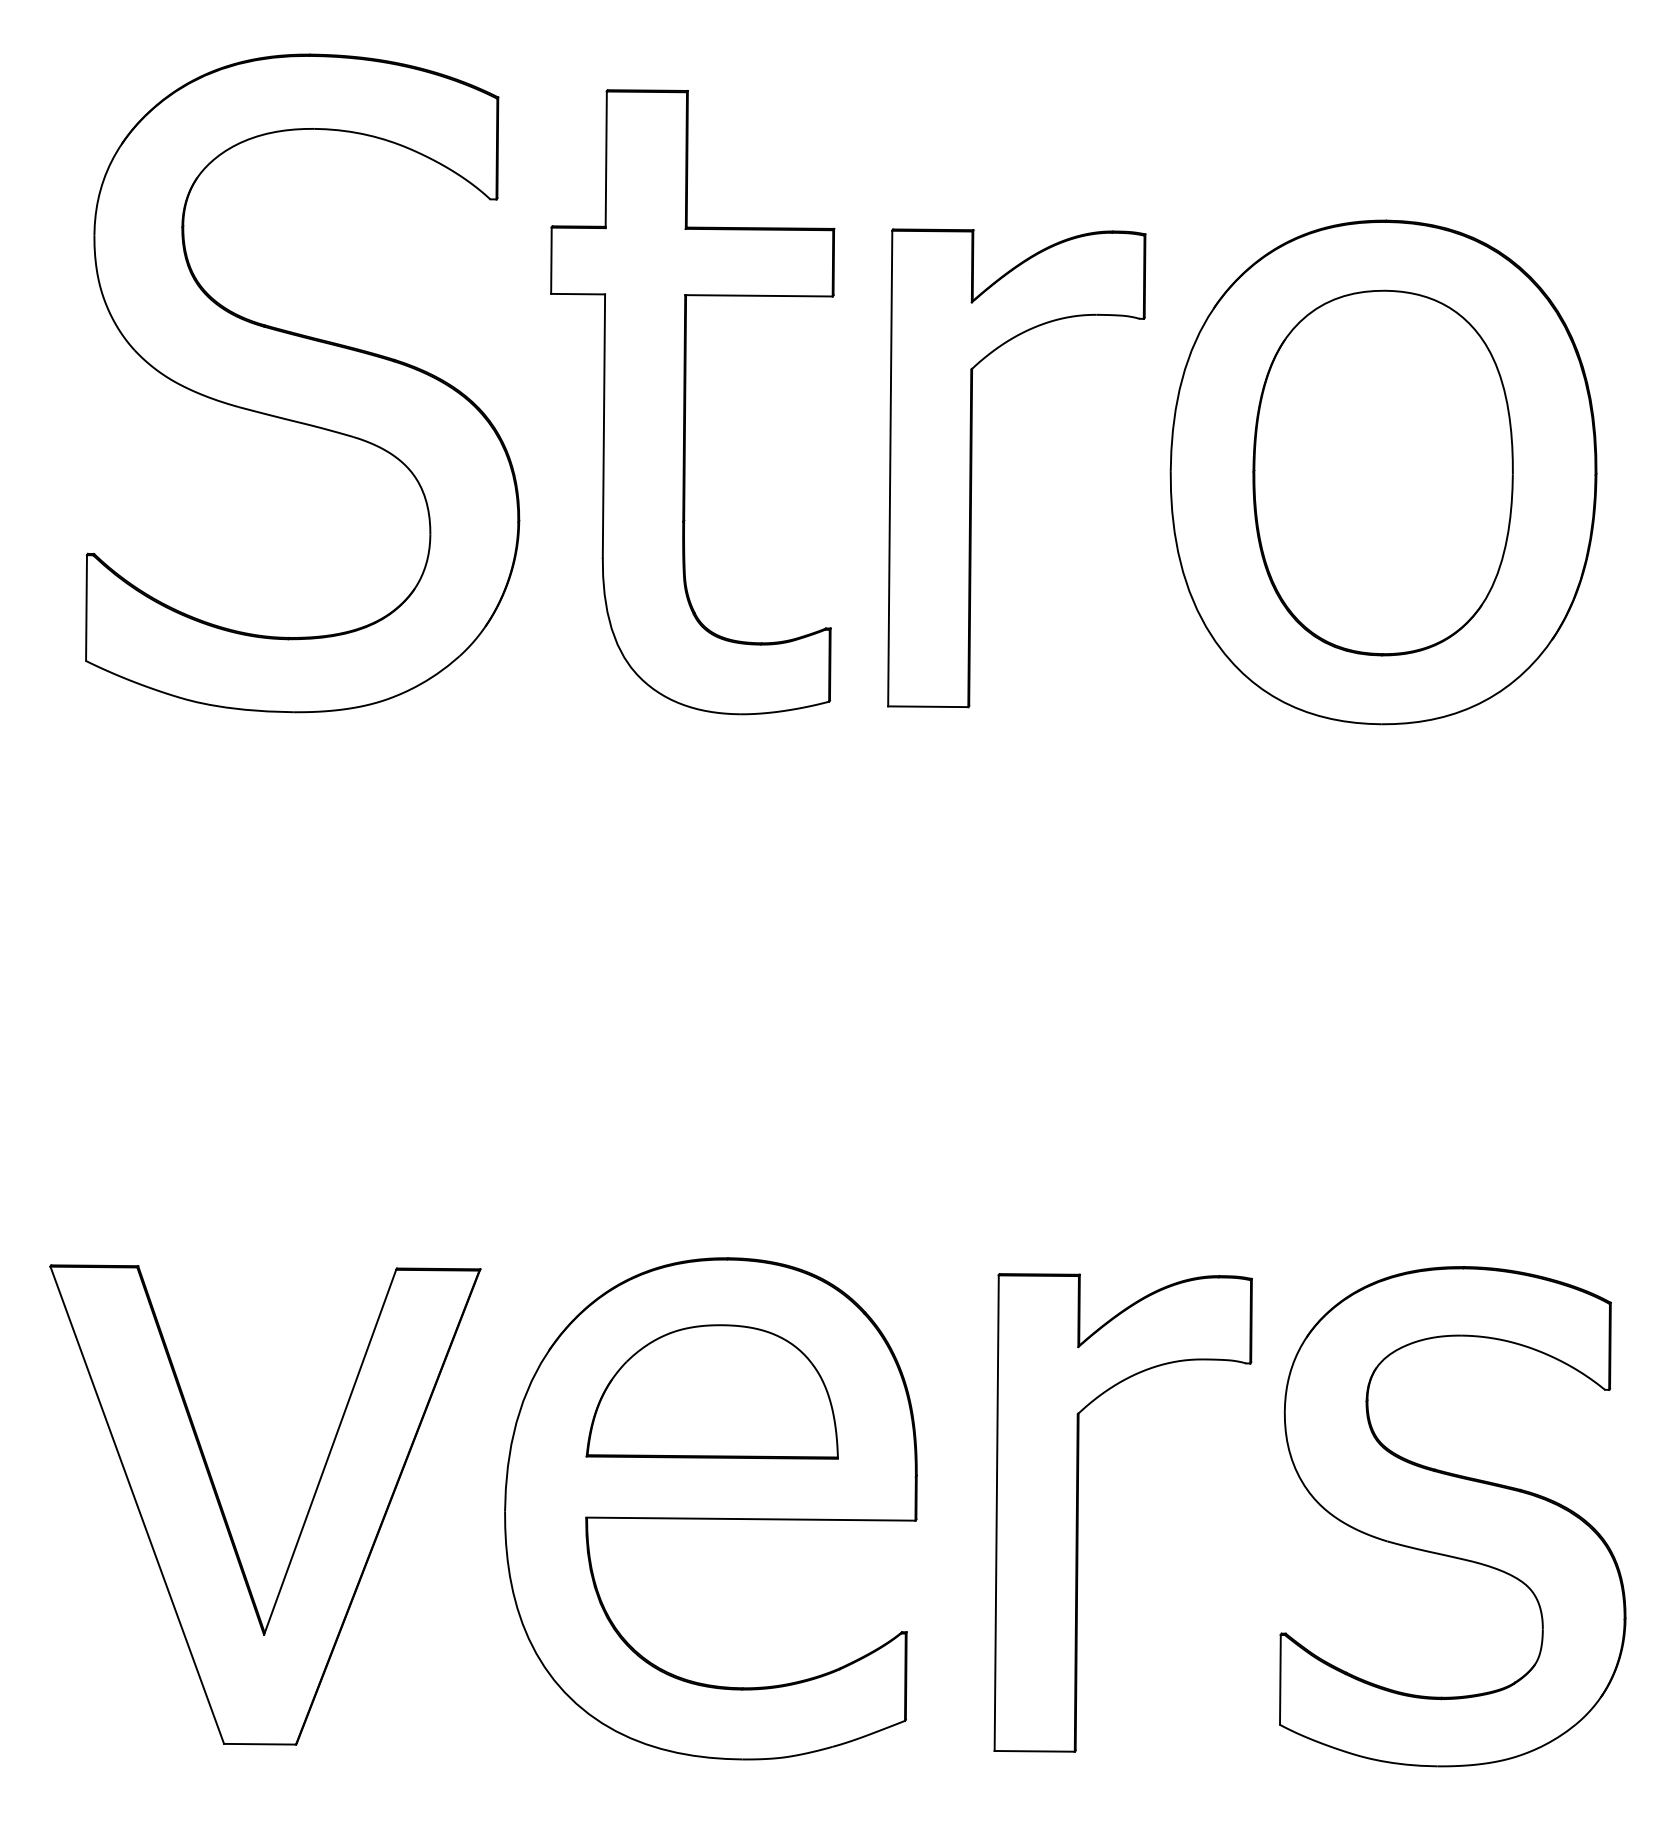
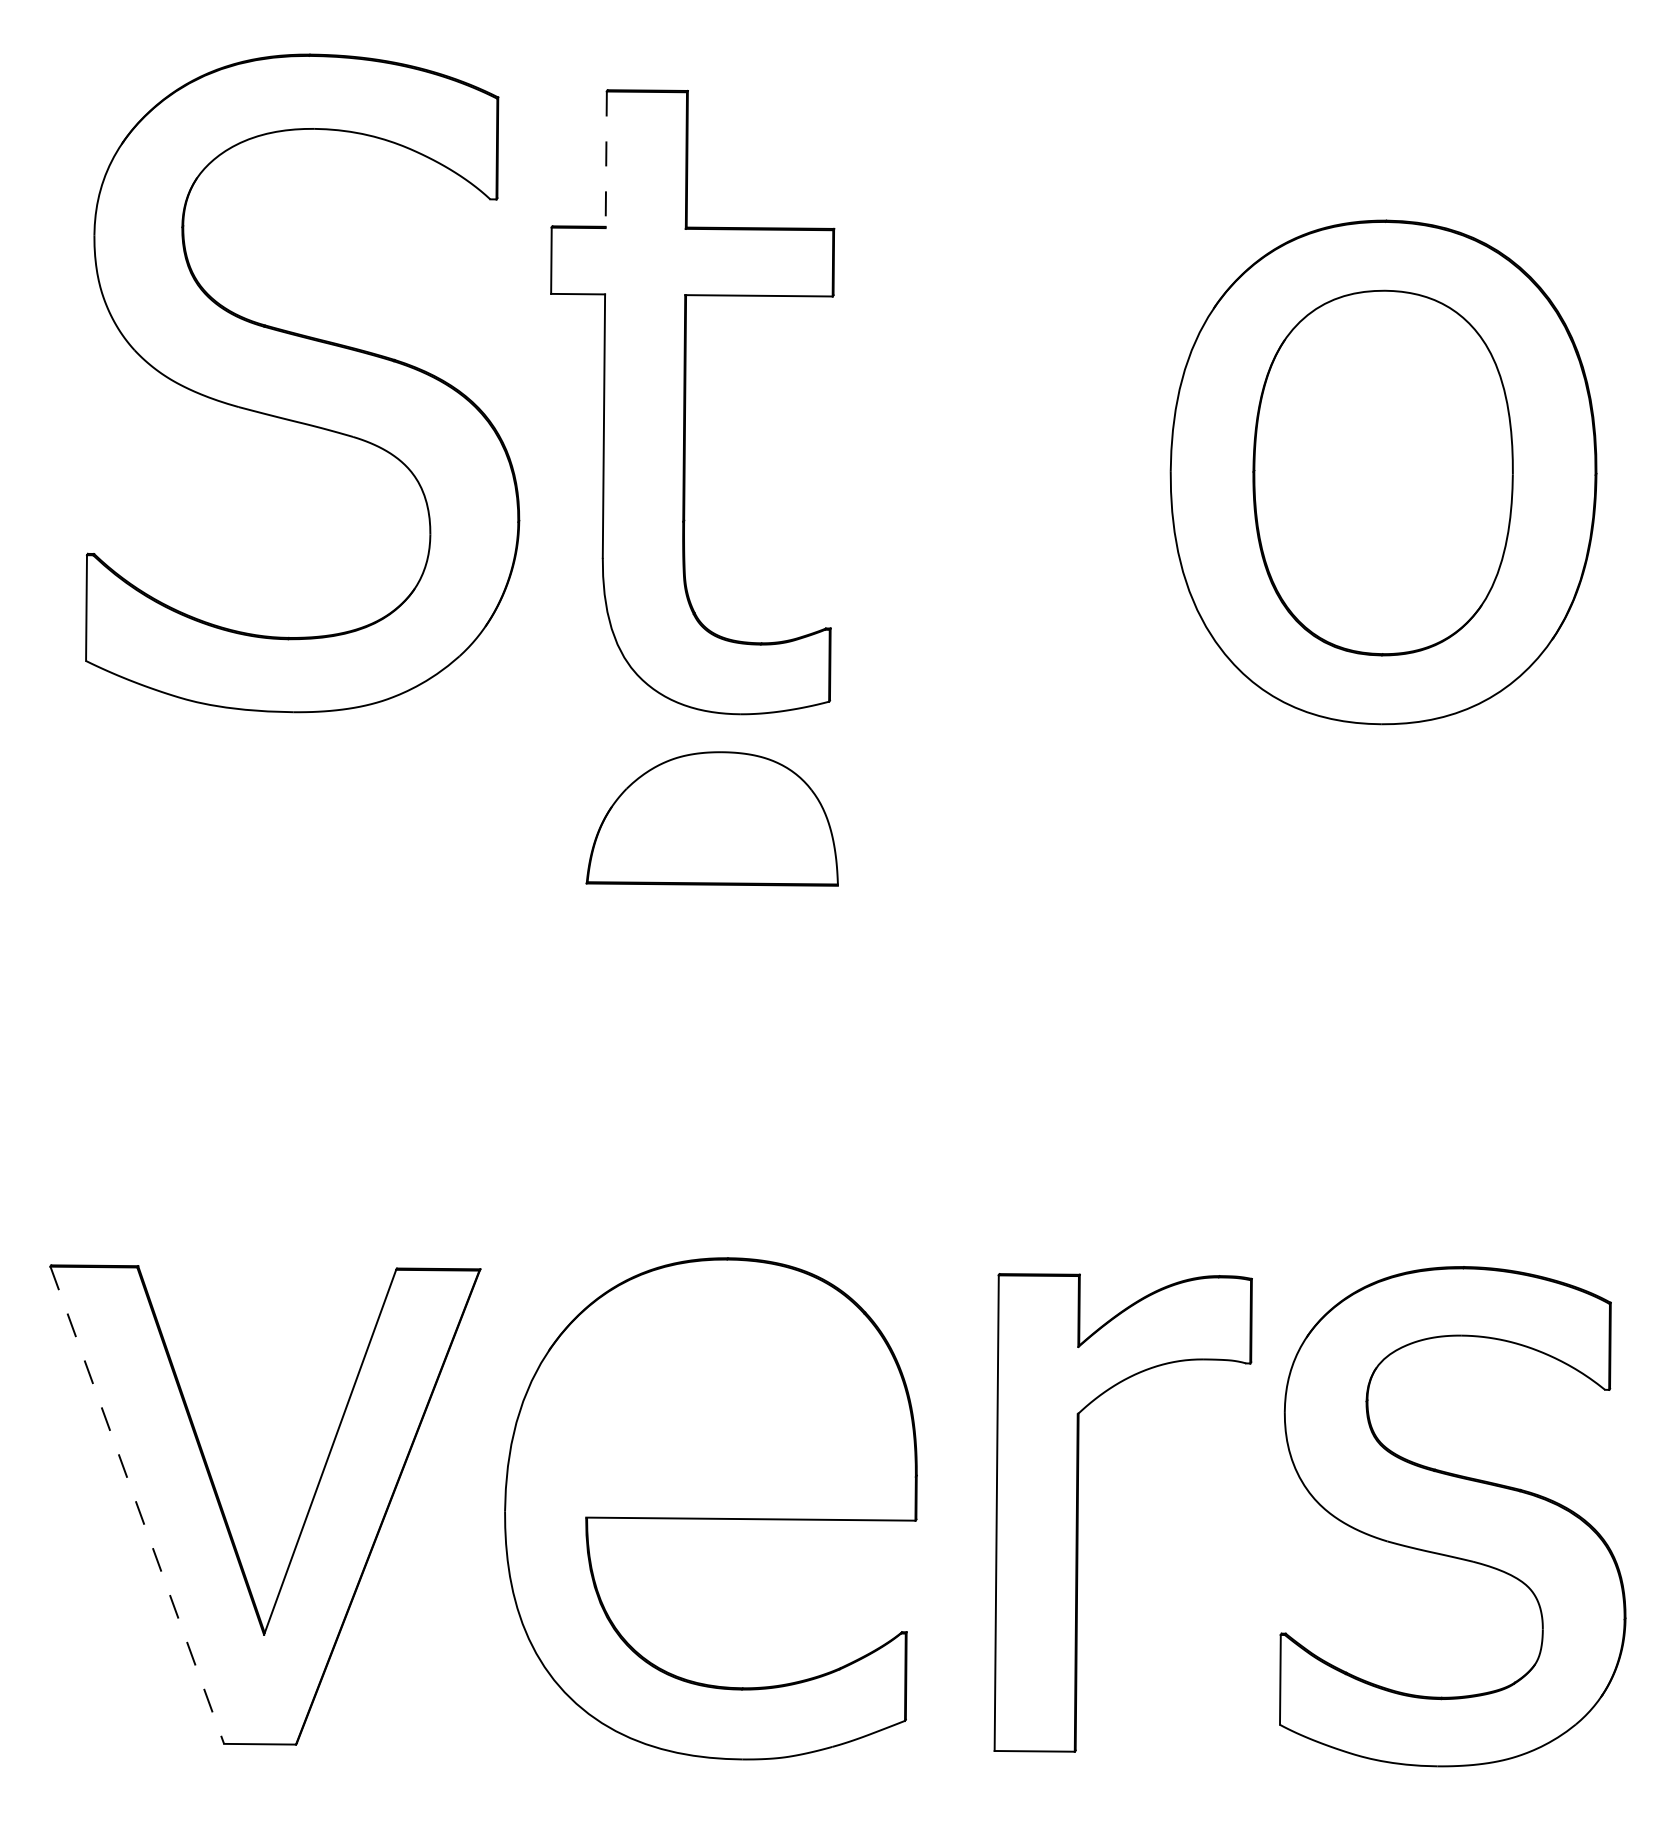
line at (606, 160): solid -> dashed
part at (972, 468): present -> none
part at (711, 1391) position: (711, 1391) -> (711, 818)
line at (137, 1505): solid -> dashed
